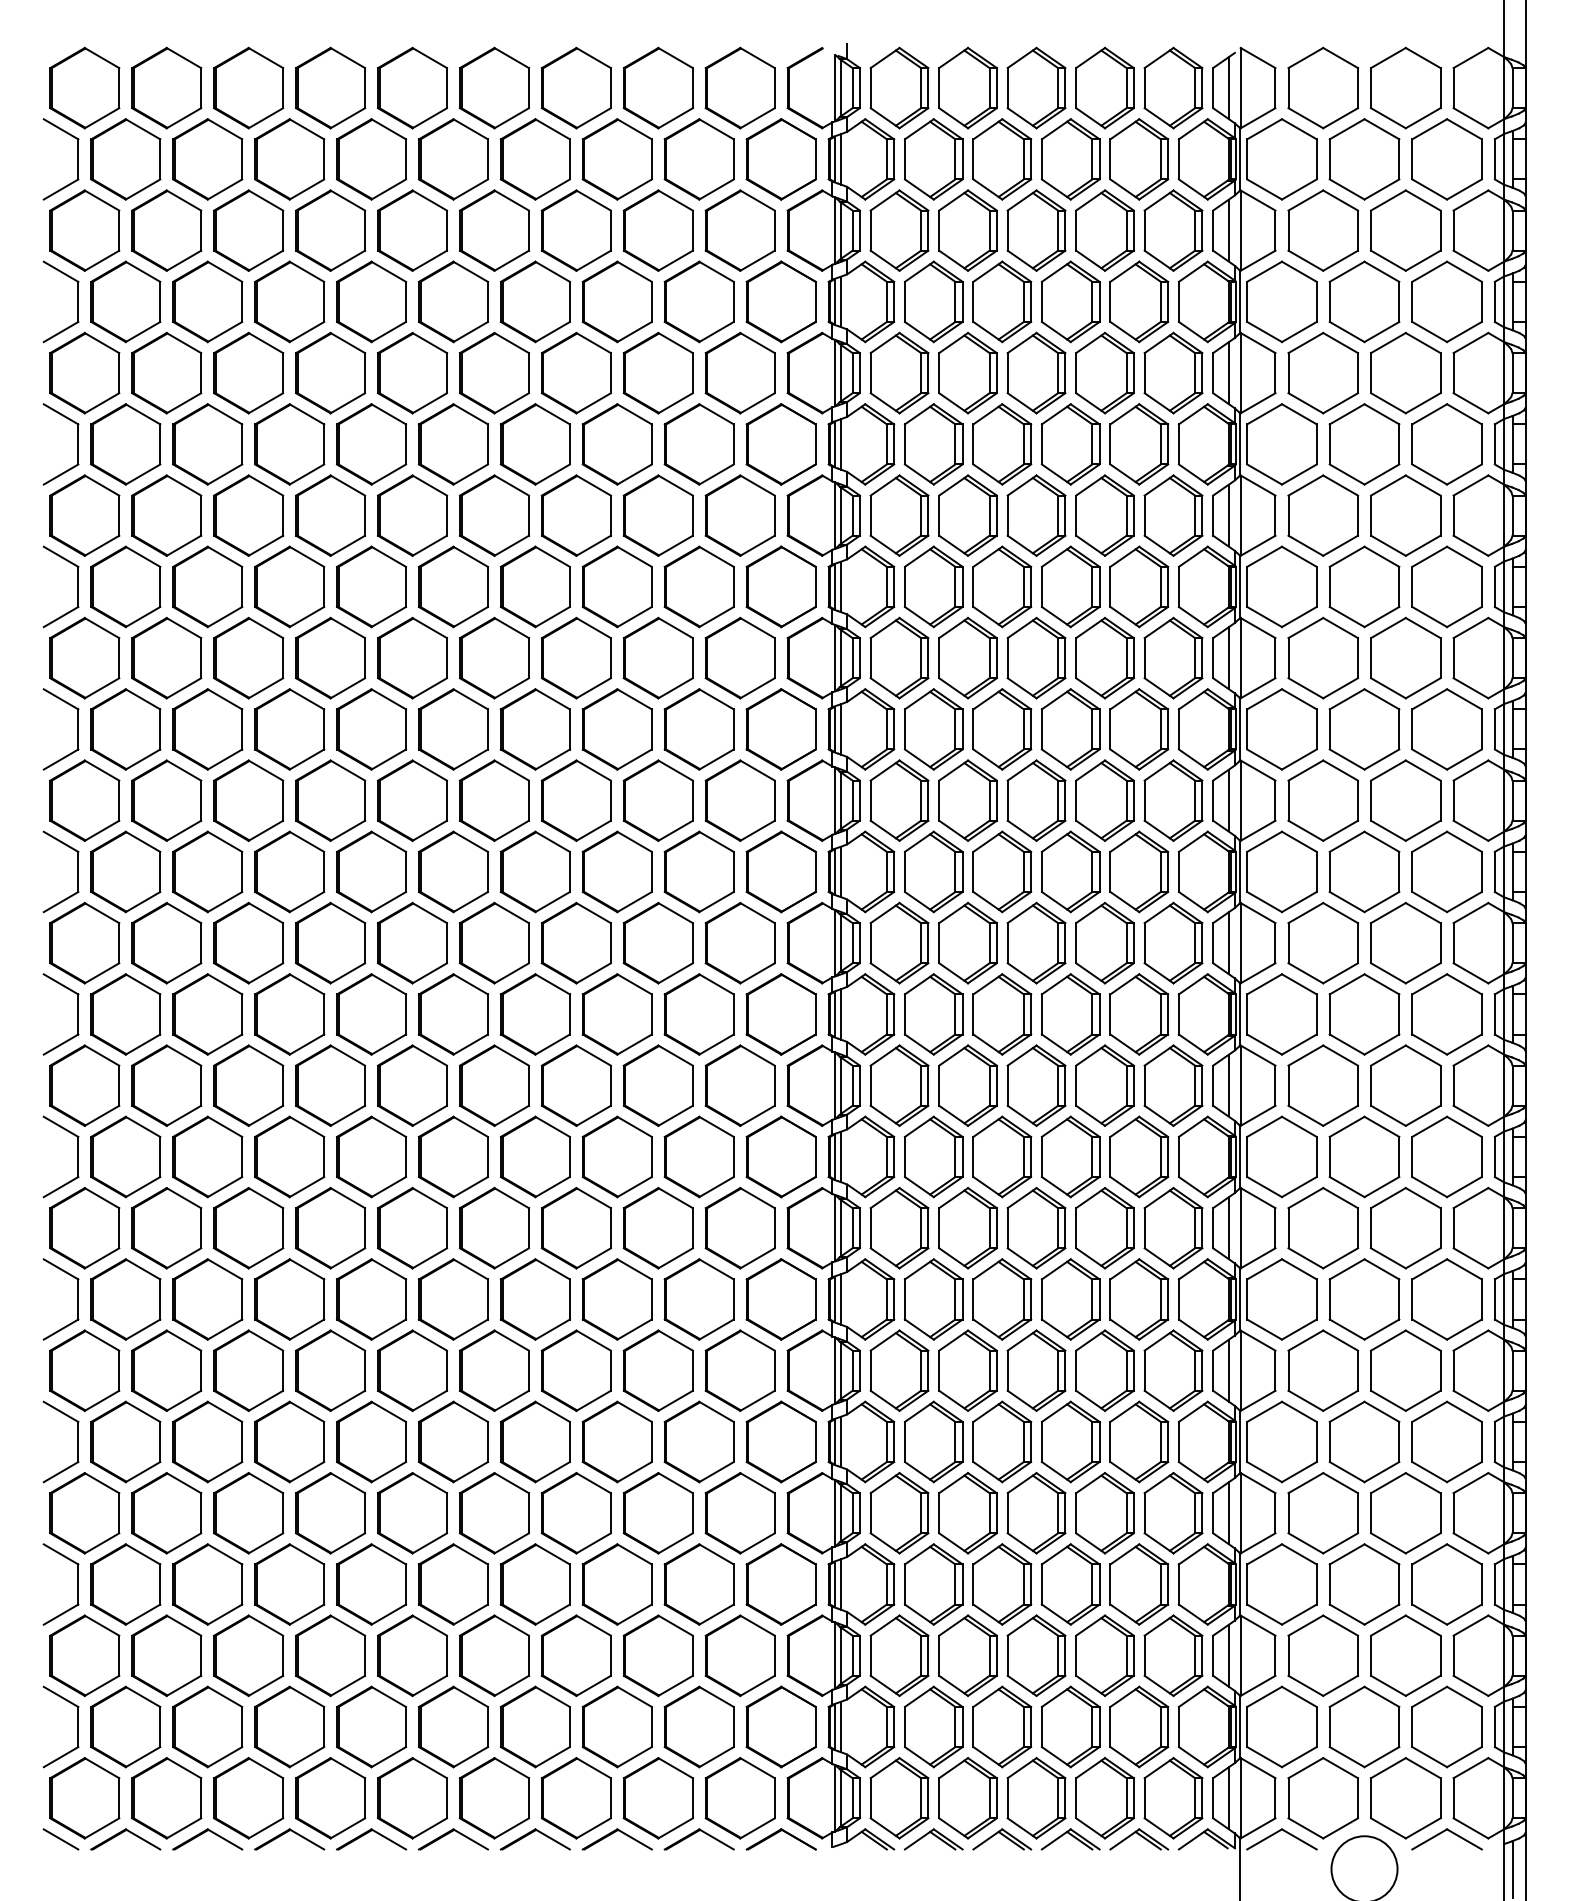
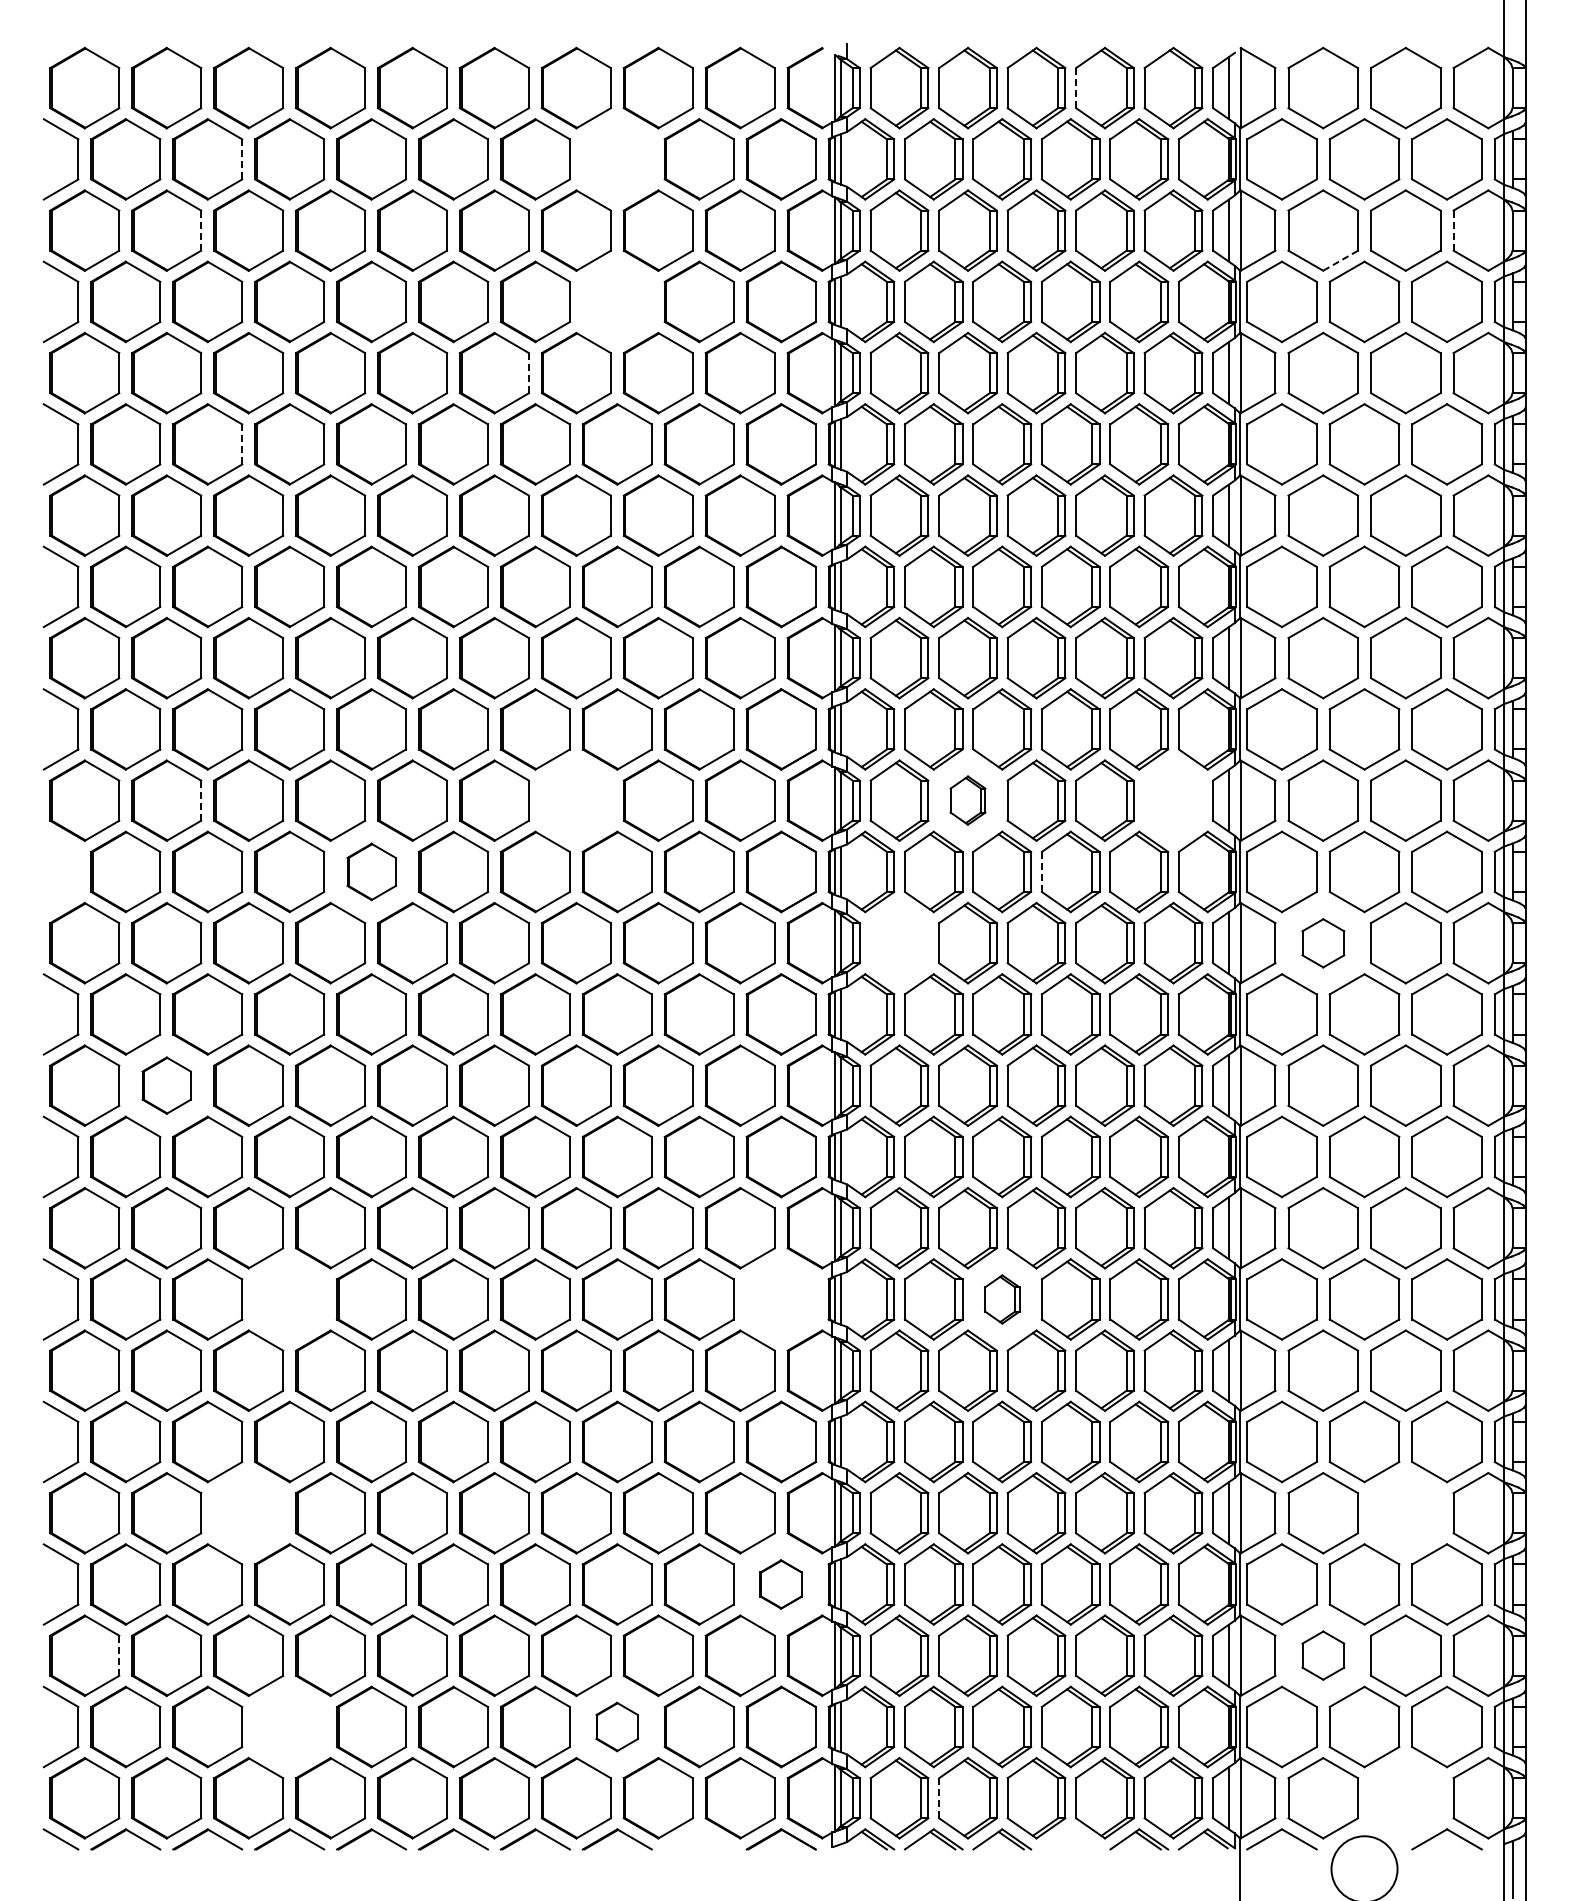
line at (1076, 87): solid -> dashed
line at (242, 159): solid -> dashed
part at (616, 159): present -> none
line at (1453, 230): solid -> dashed
line at (201, 231): solid -> dashed
line at (1340, 260): solid -> dashed
part at (616, 301): present -> none
line at (528, 373): solid -> dashed
line at (242, 444): solid -> dashed
part at (575, 800): present -> none
part at (967, 800) size: 60x83 px -> 38x51 px
part at (1173, 800): present -> none
line at (201, 801): solid -> dashed
part at (77, 871): present -> none
part at (371, 871) size: 72x84 px -> 51x60 px
line at (1041, 871): solid -> dashed
part at (899, 942): present -> none
part at (1323, 943) size: 73x83 px -> 45x51 px
part at (166, 1085) size: 72x83 px -> 51x59 px
part at (289, 1299): present -> none
part at (780, 1299): present -> none
part at (1002, 1299) size: 61x83 px -> 37x51 px
part at (248, 1513): present -> none
part at (1405, 1513): present -> none
part at (780, 1584) size: 72x83 px -> 44x51 px
part at (1323, 1655) size: 73x83 px -> 45x51 px
line at (119, 1656): solid -> dashed
part at (289, 1726): present -> none
part at (616, 1726) size: 72x84 px -> 44x52 px
line at (939, 1797): solid -> dashed
part at (1405, 1798): present -> none
part at (694, 1834): present -> none
part at (1070, 1839): present -> none
